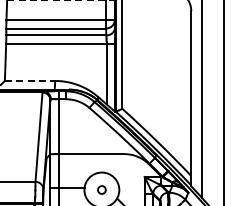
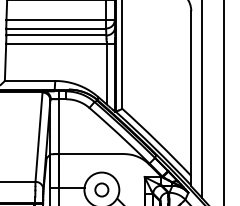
line at (60, 0): dashed -> solid
line at (30, 80): dashed -> solid
circle at (101, 189) size: 10x10 px -> 16x16 px
